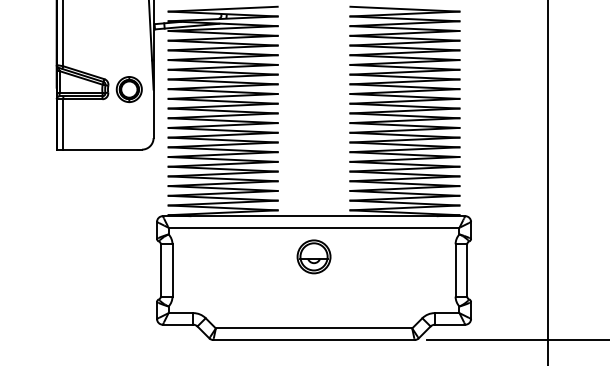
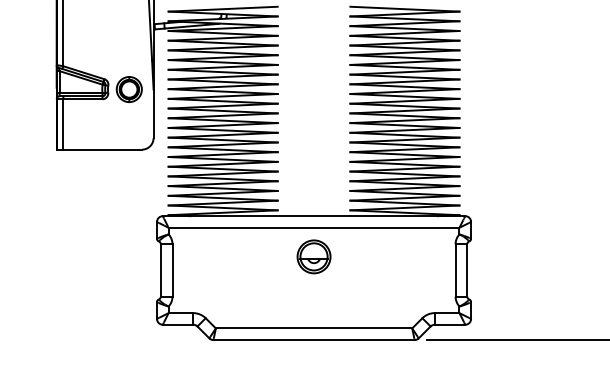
line at (547, 182): present -> none
